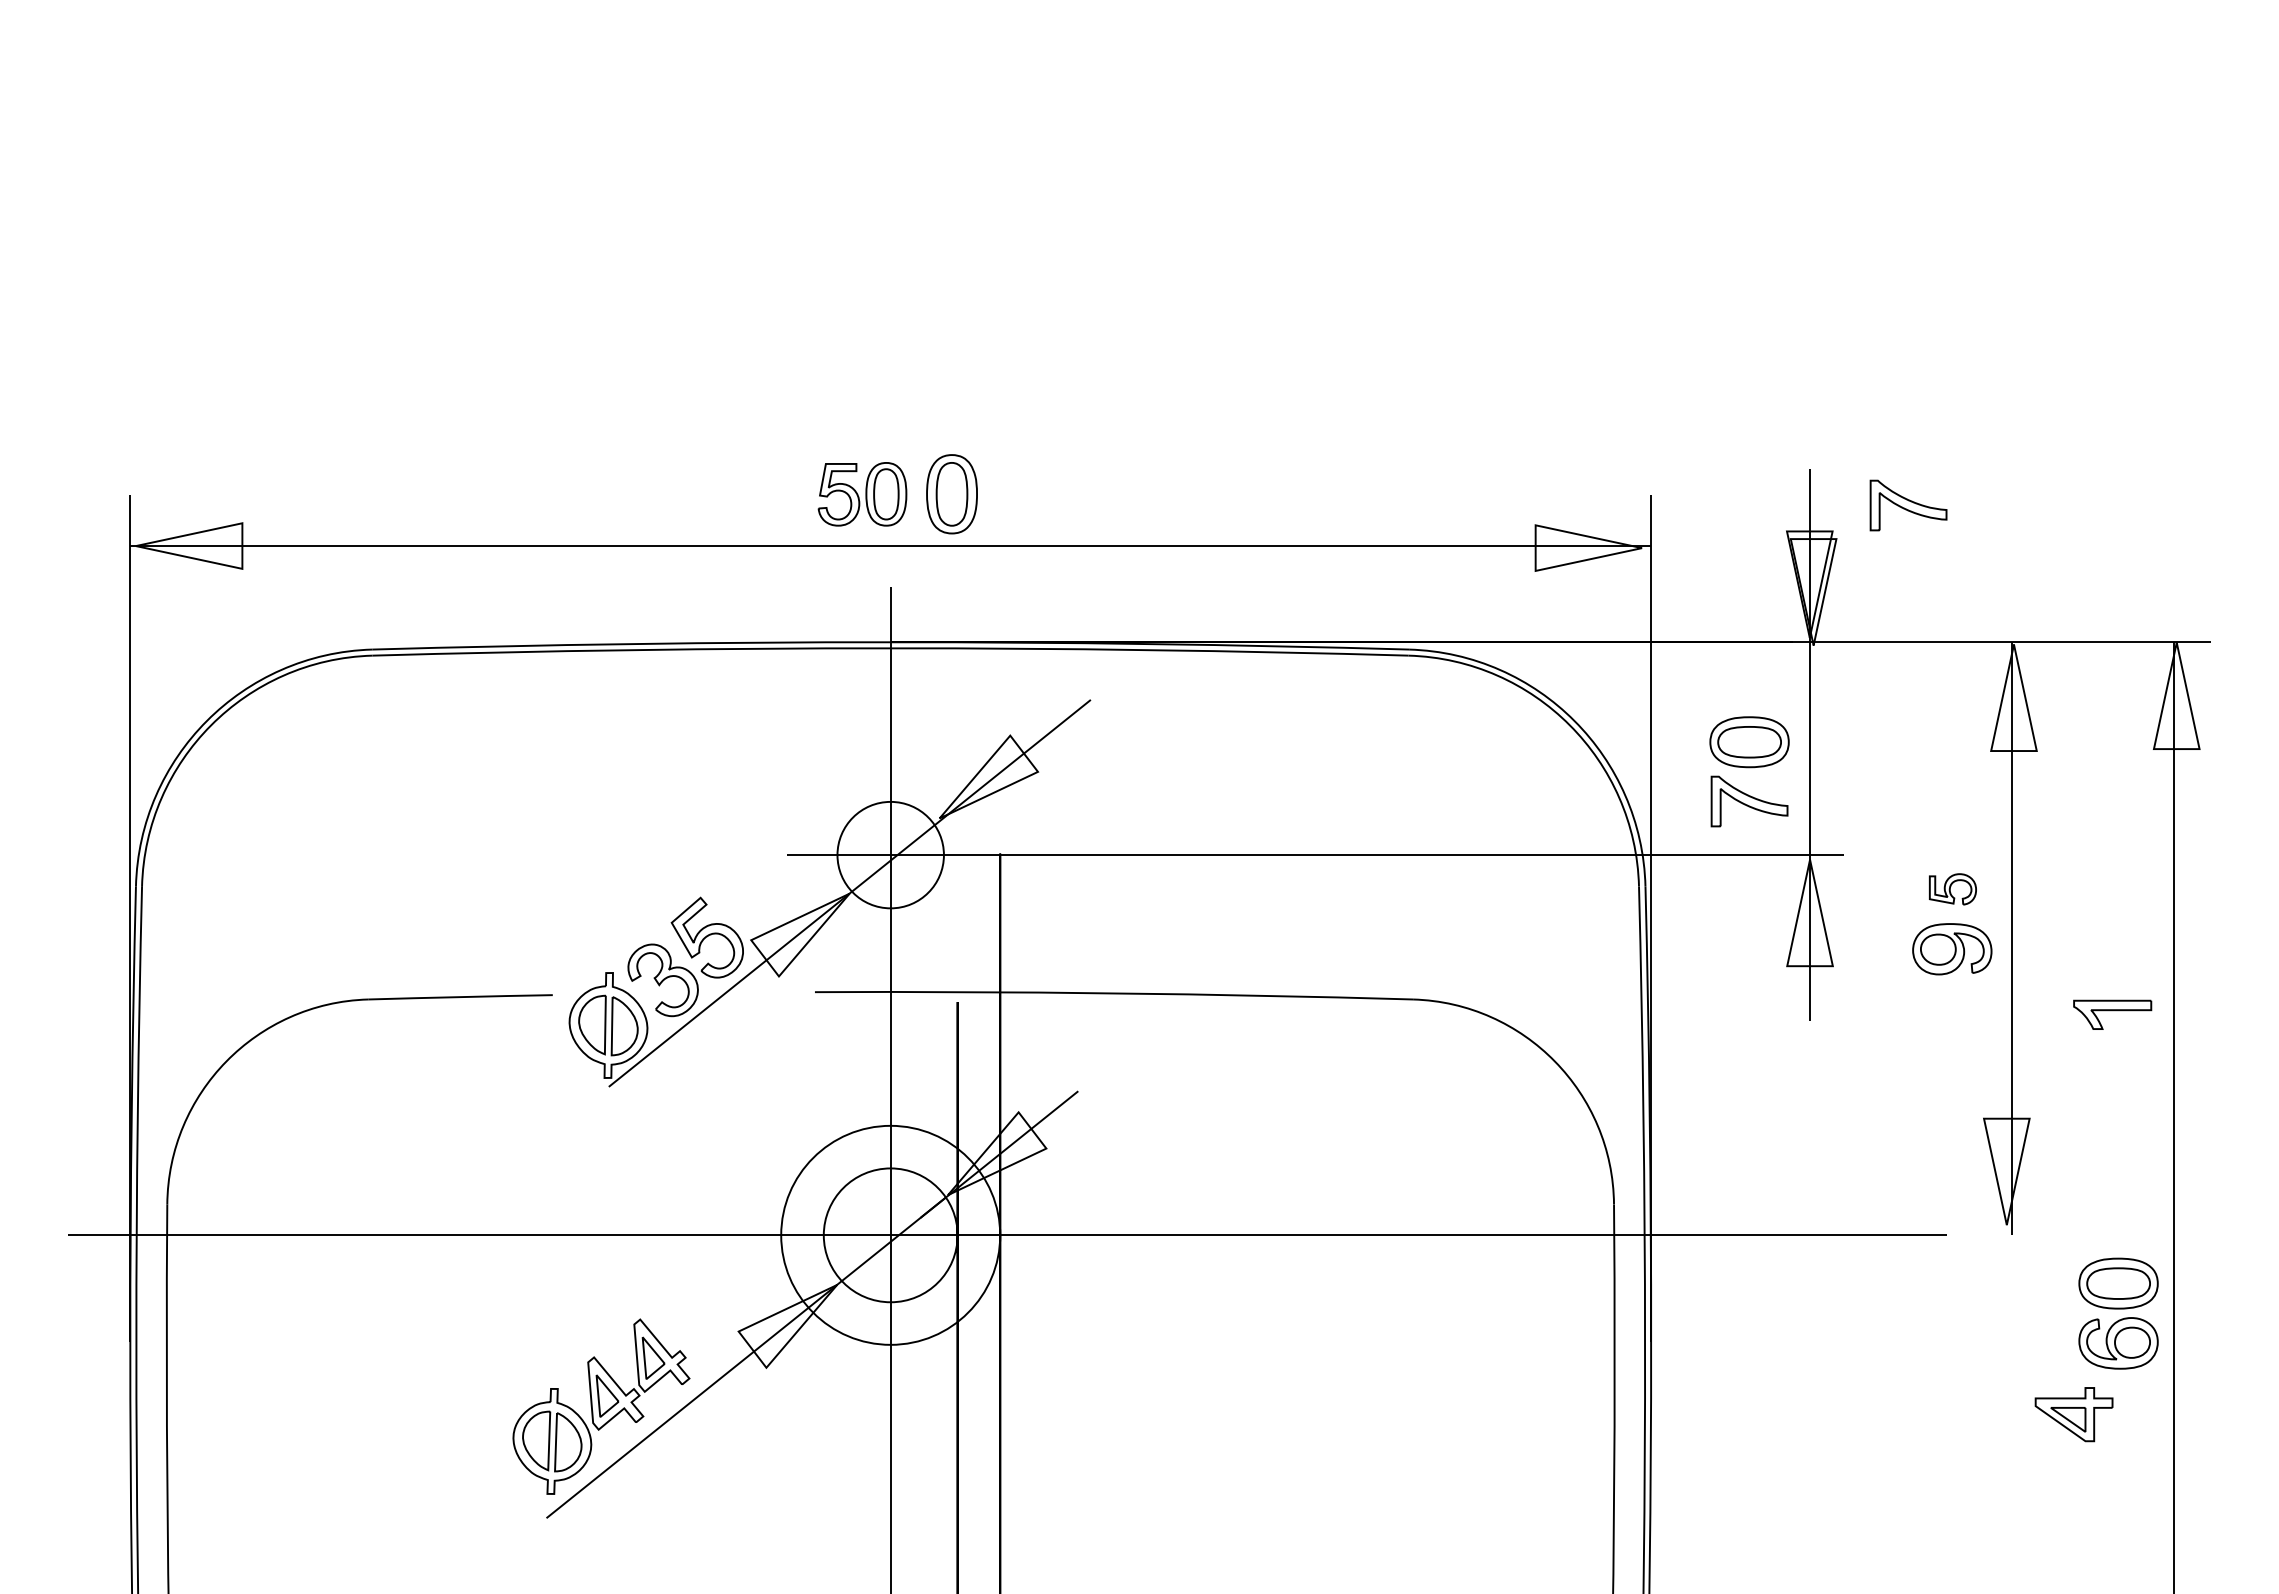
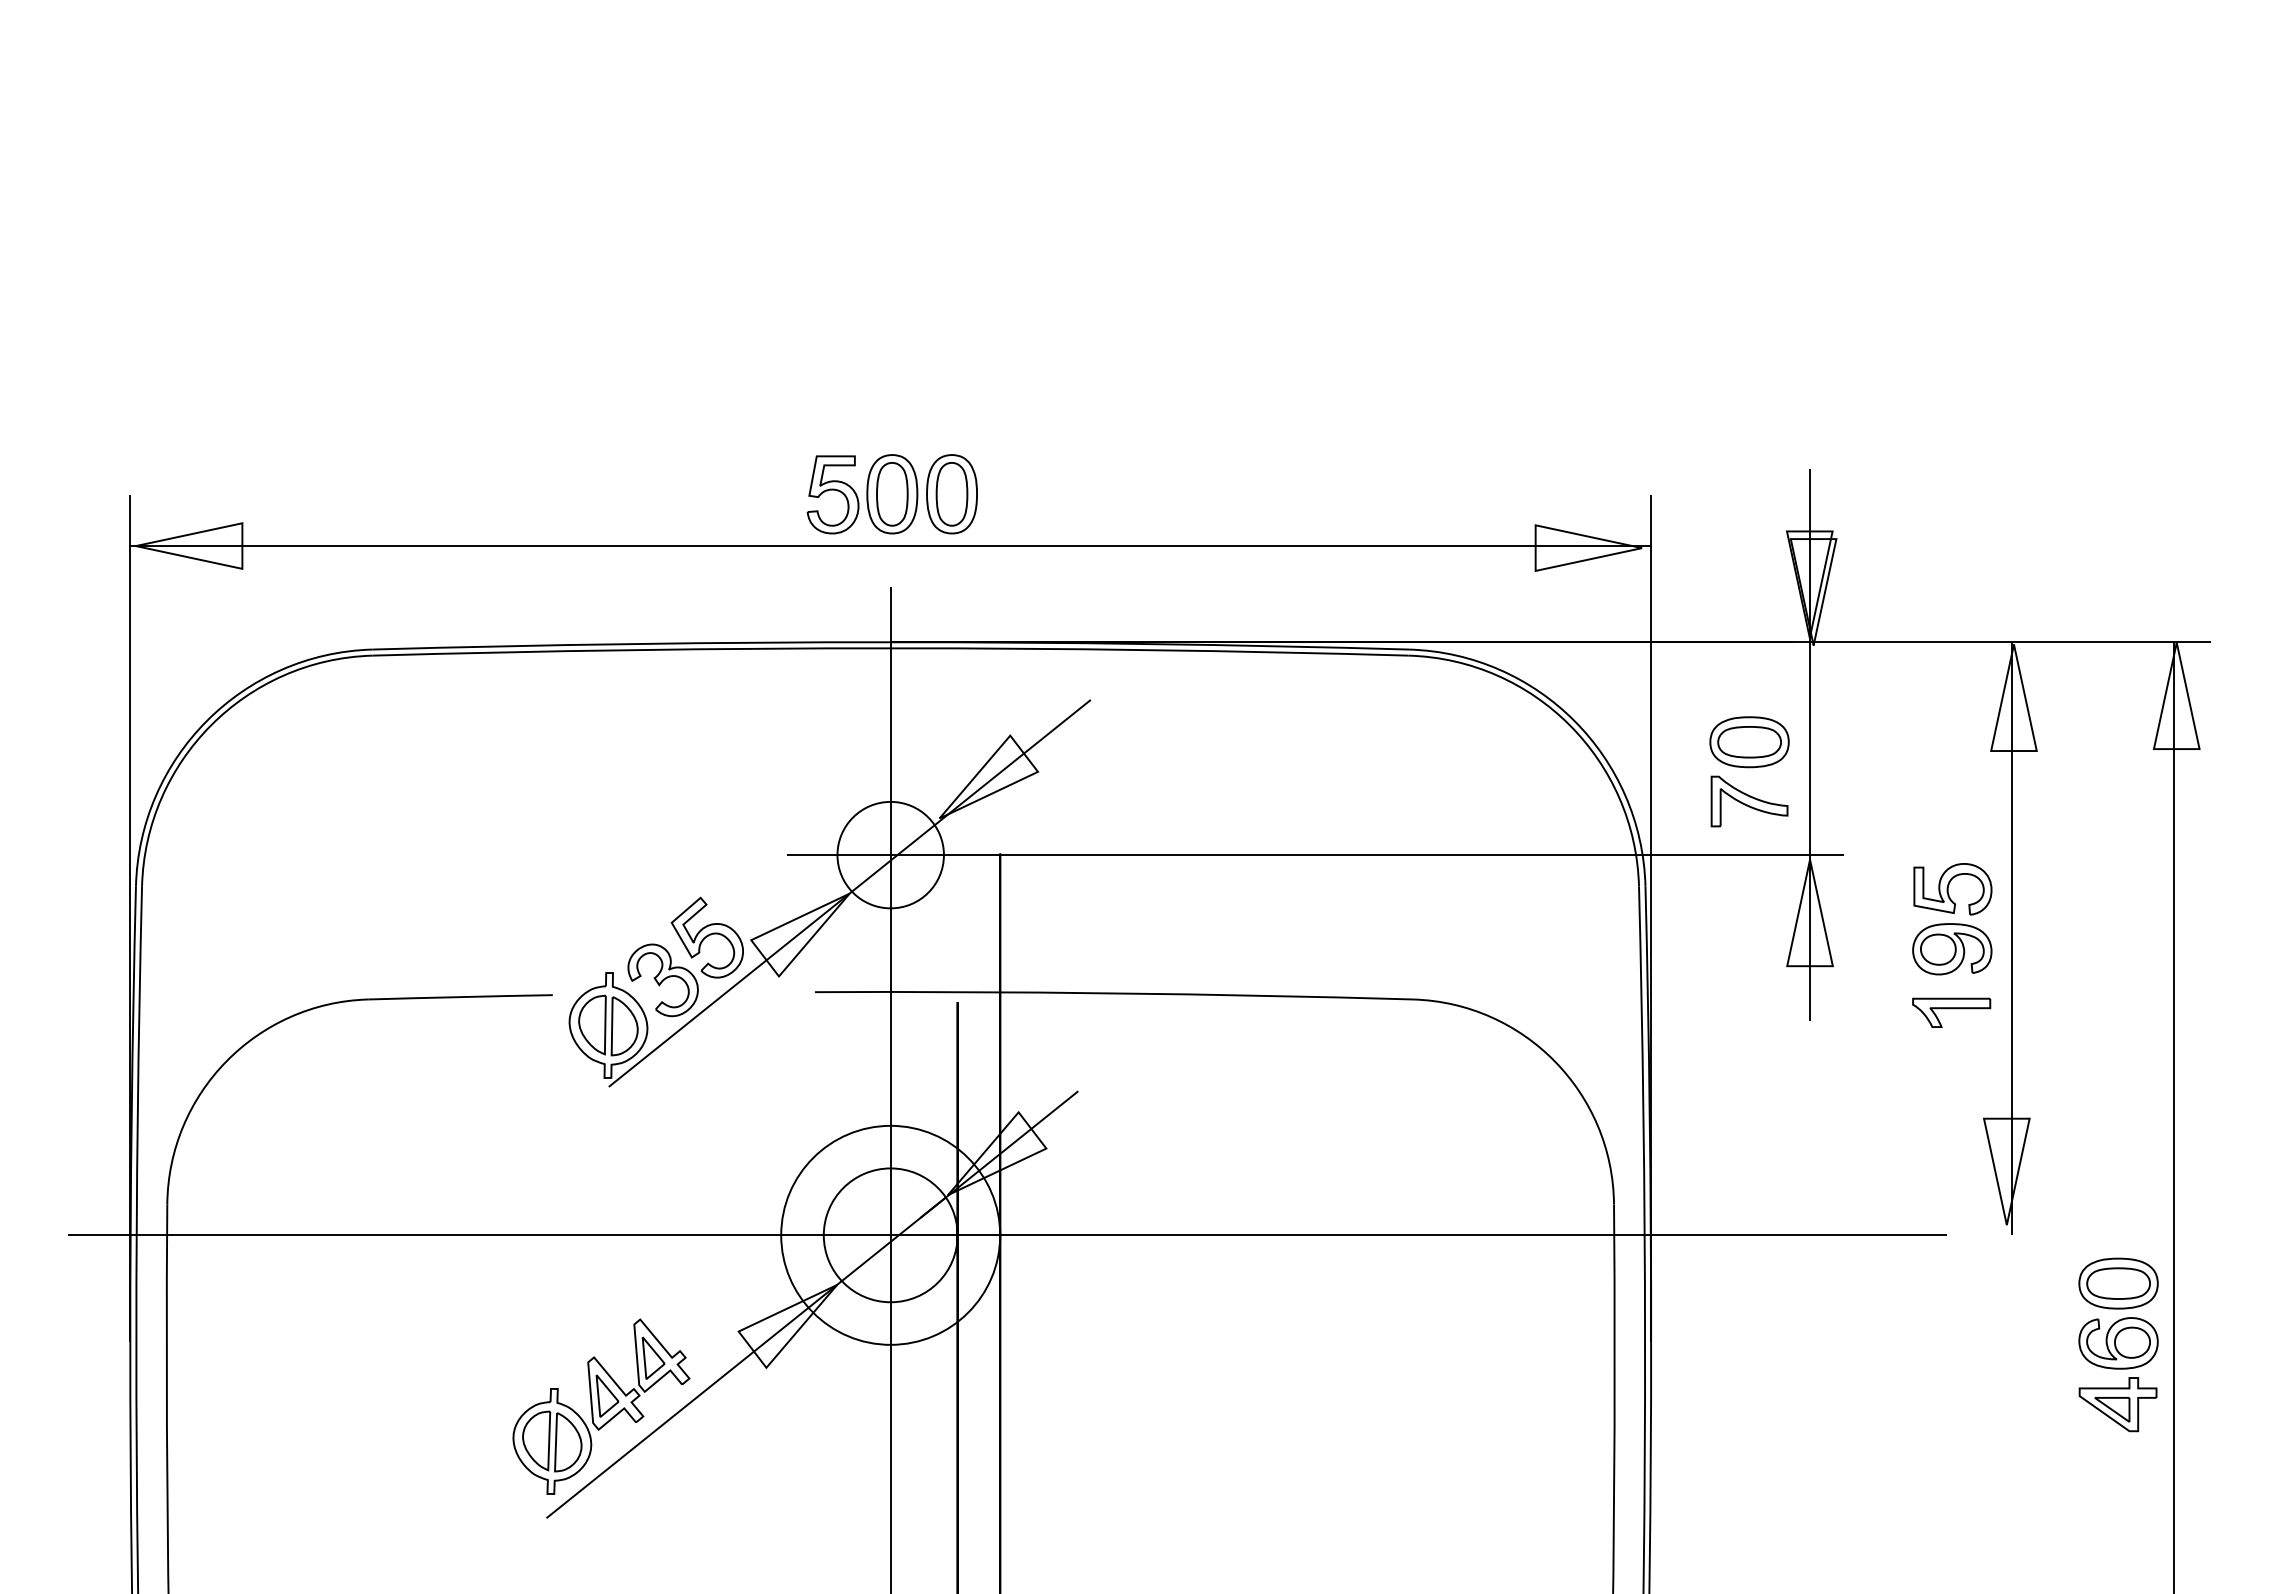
part at (862, 494) size: 91x65 px -> 113x81 px
part at (1908, 505): present -> none
part at (1952, 889) size: 48x33 px -> 80x53 px
part at (2112, 1014) position: (2112, 1014) -> (1951, 1012)
part at (2073, 1414) position: (2073, 1414) -> (2117, 1404)
